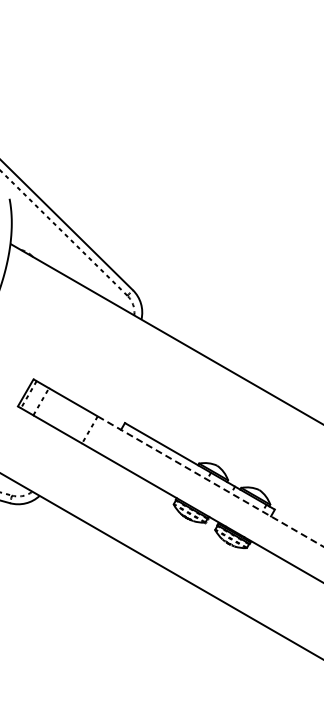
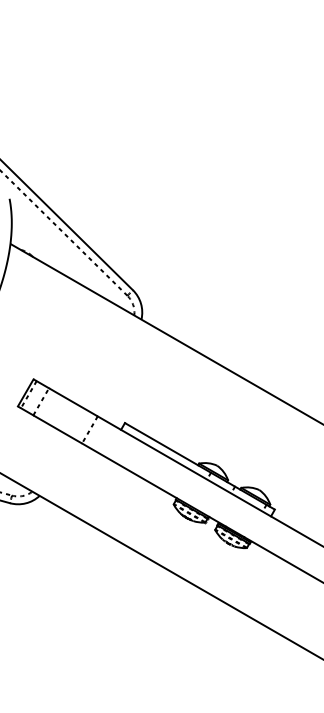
line at (211, 481): dashed -> solid
